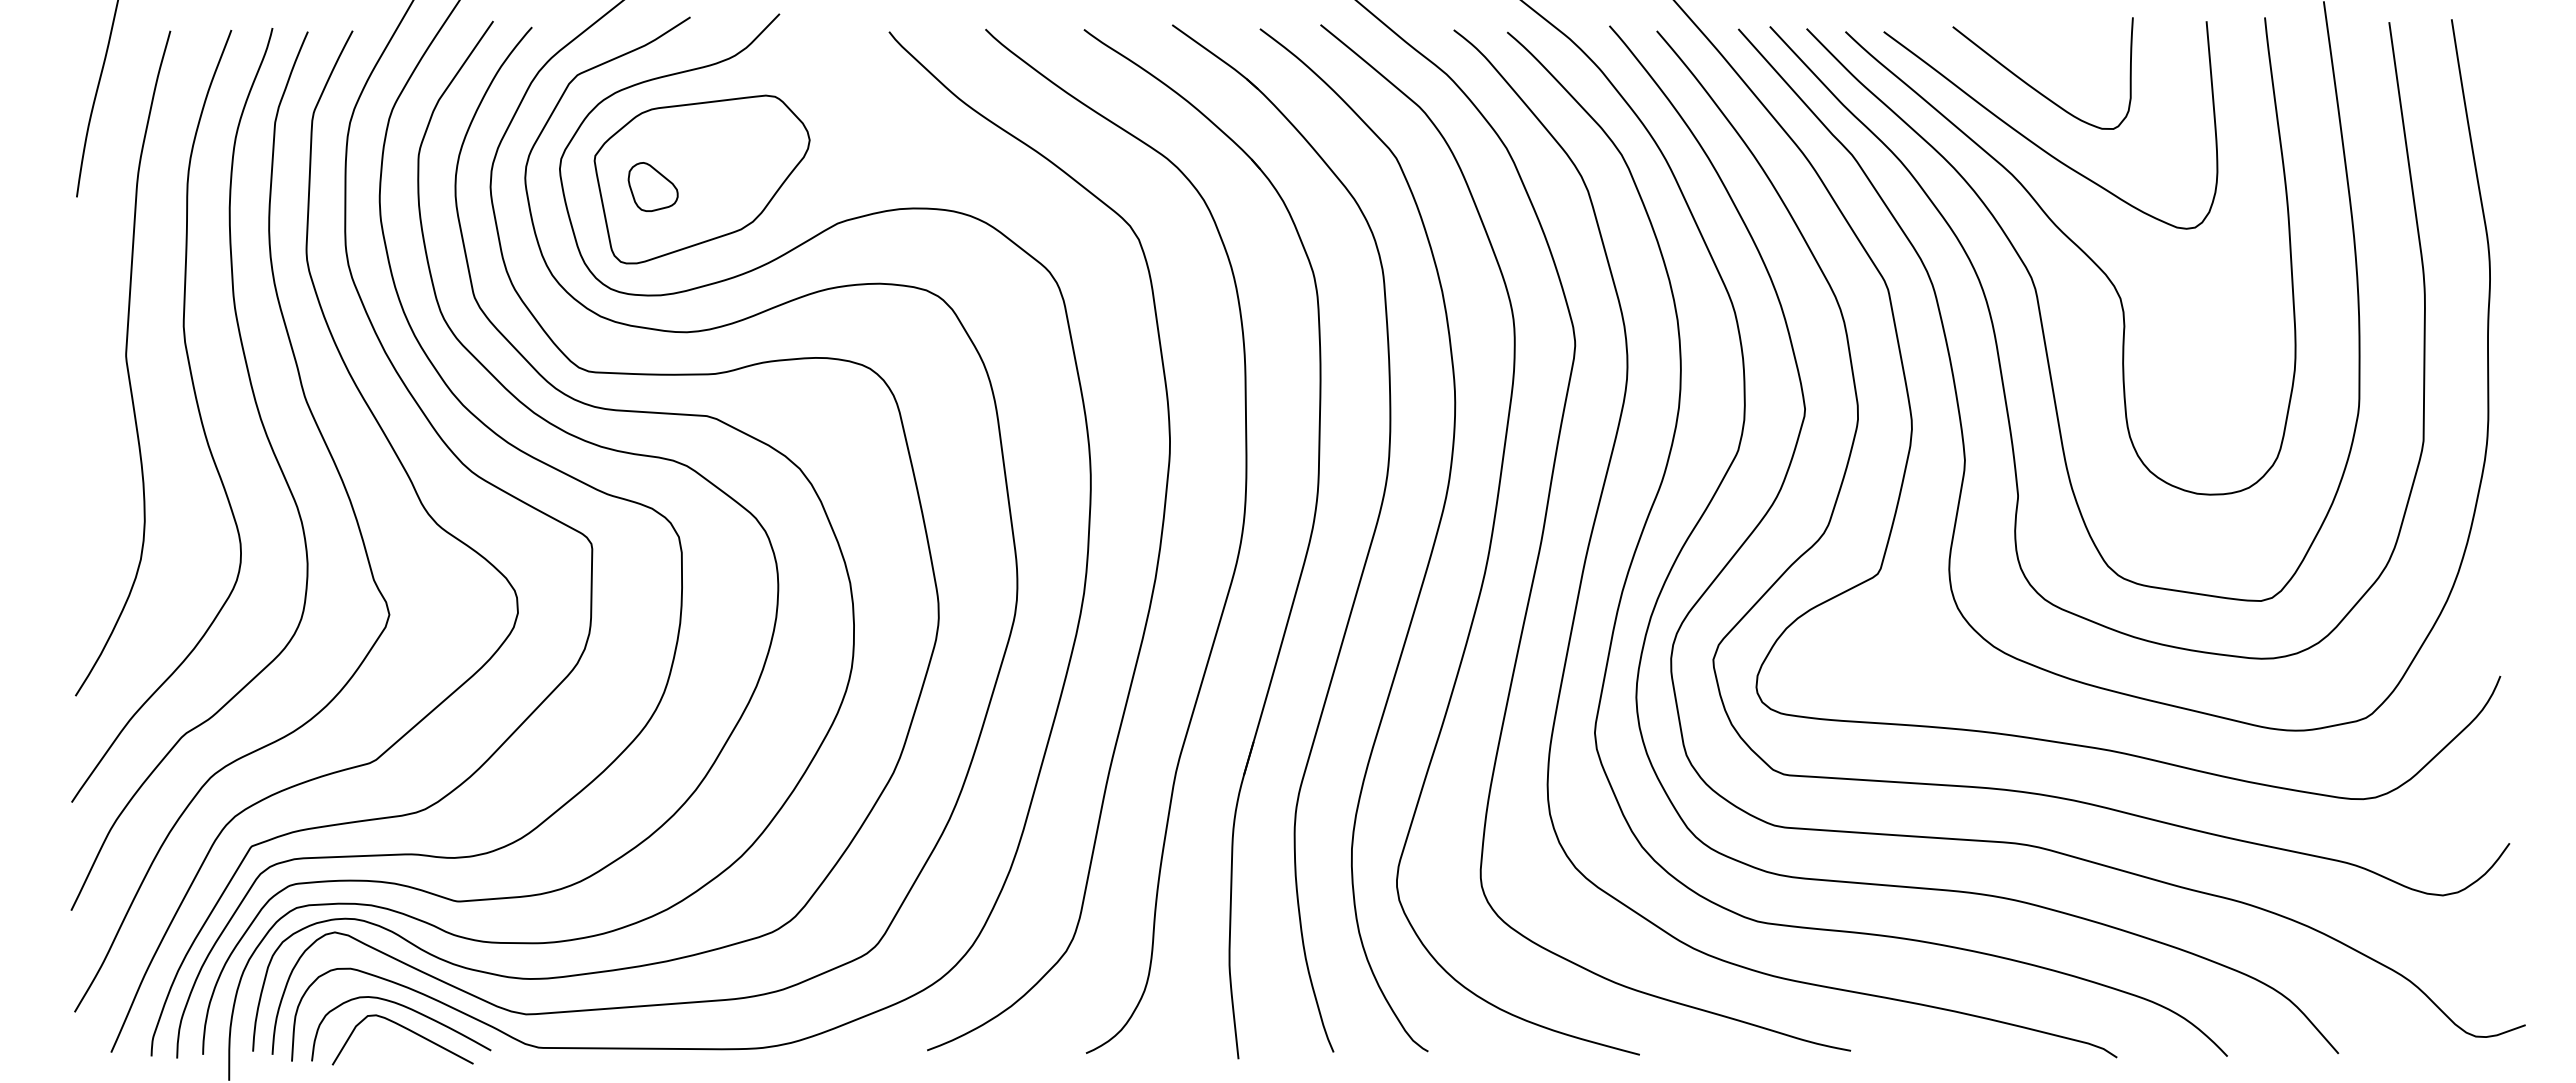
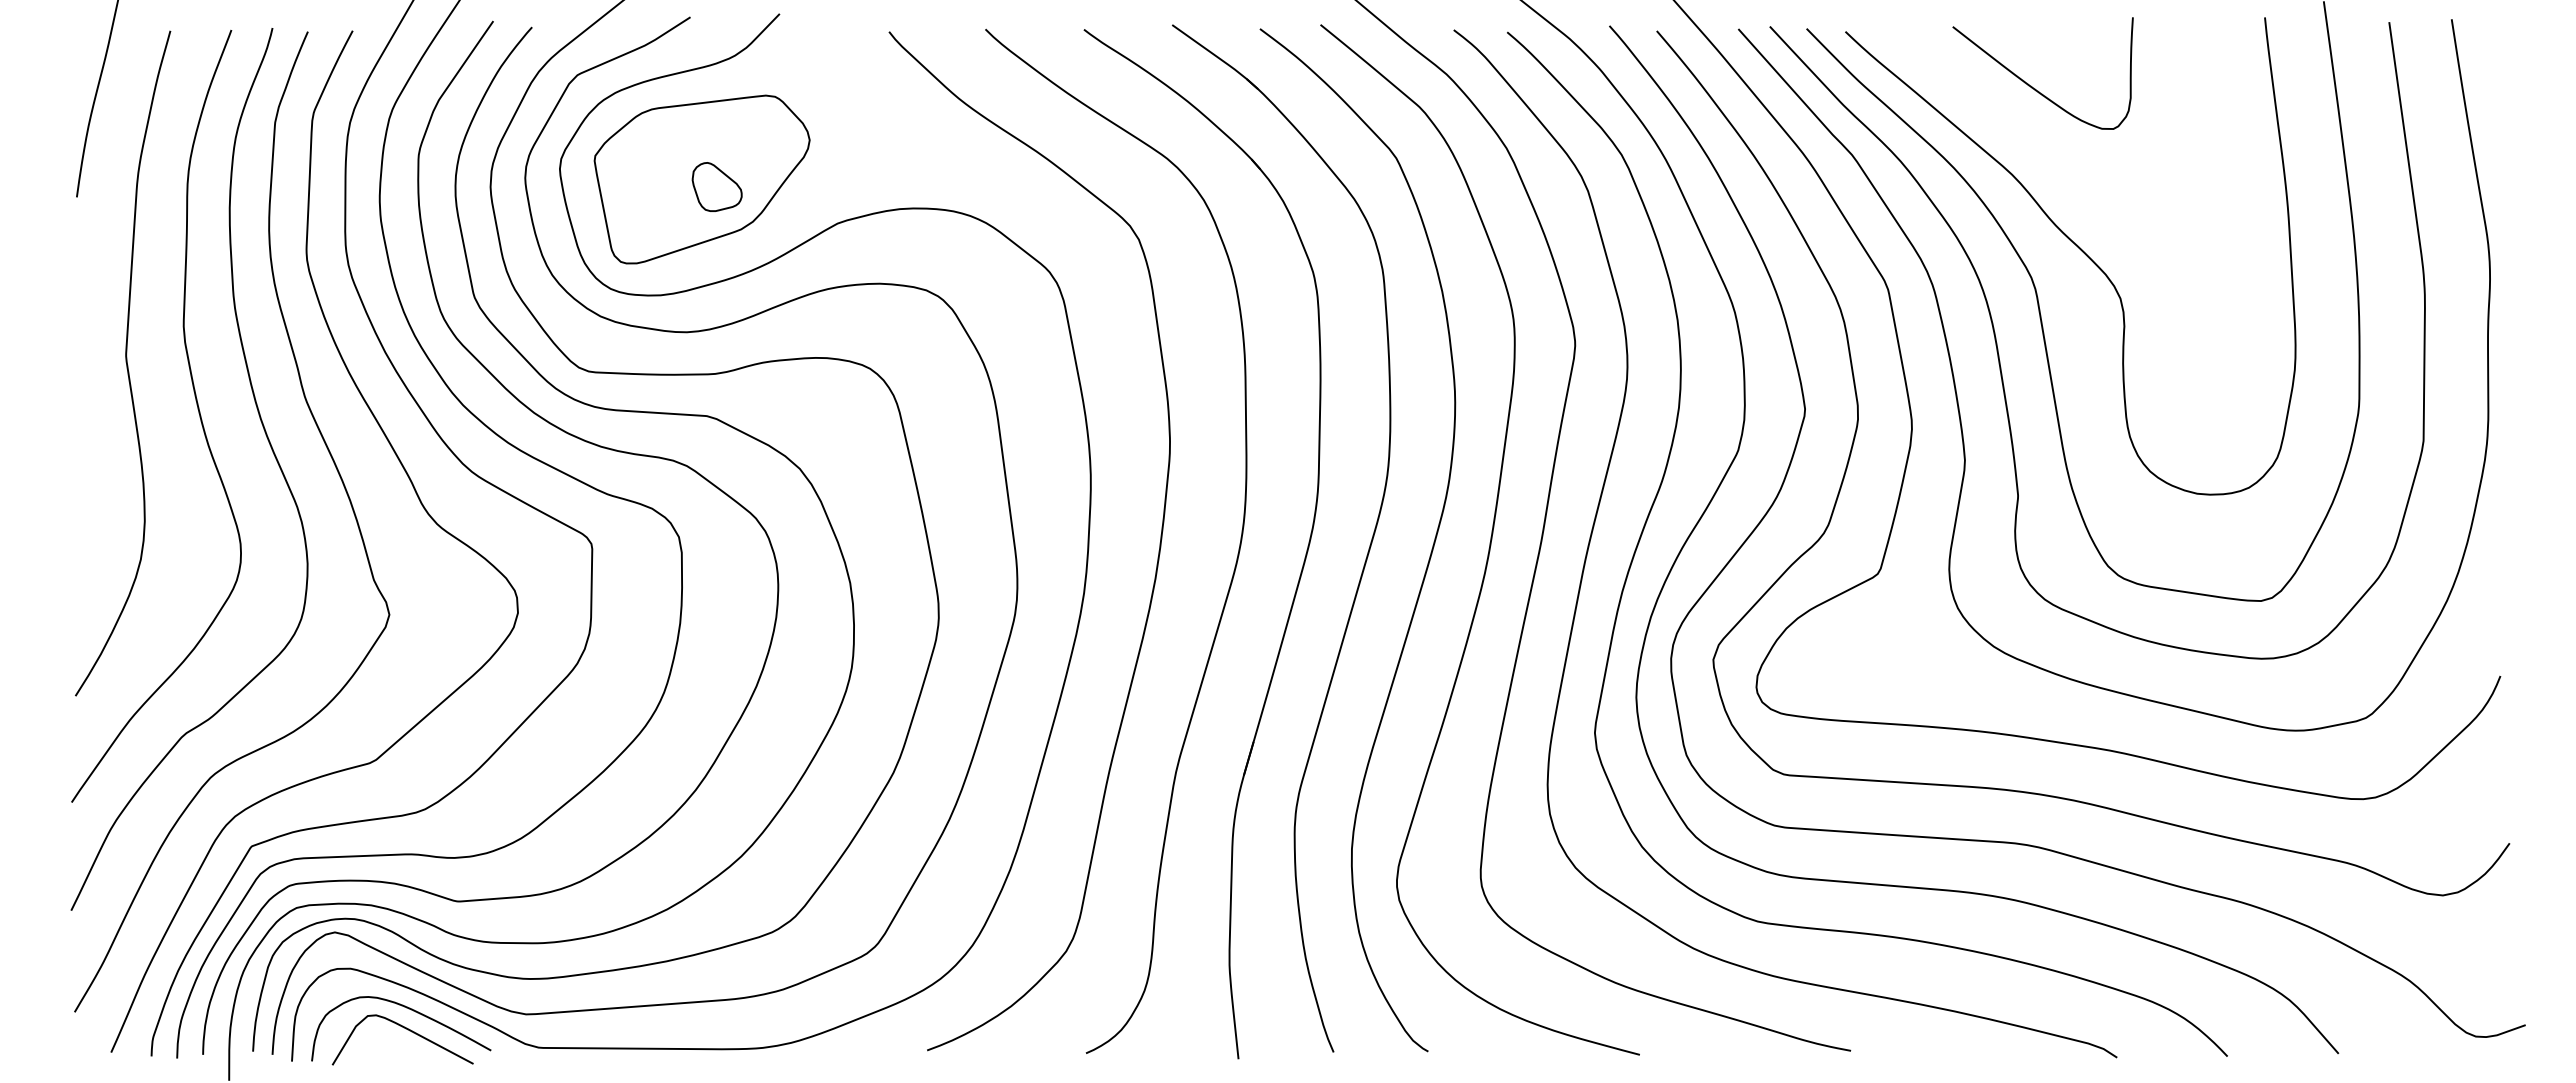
curve at (2037, 144): present -> none
part at (652, 186) position: (652, 186) -> (716, 186)
